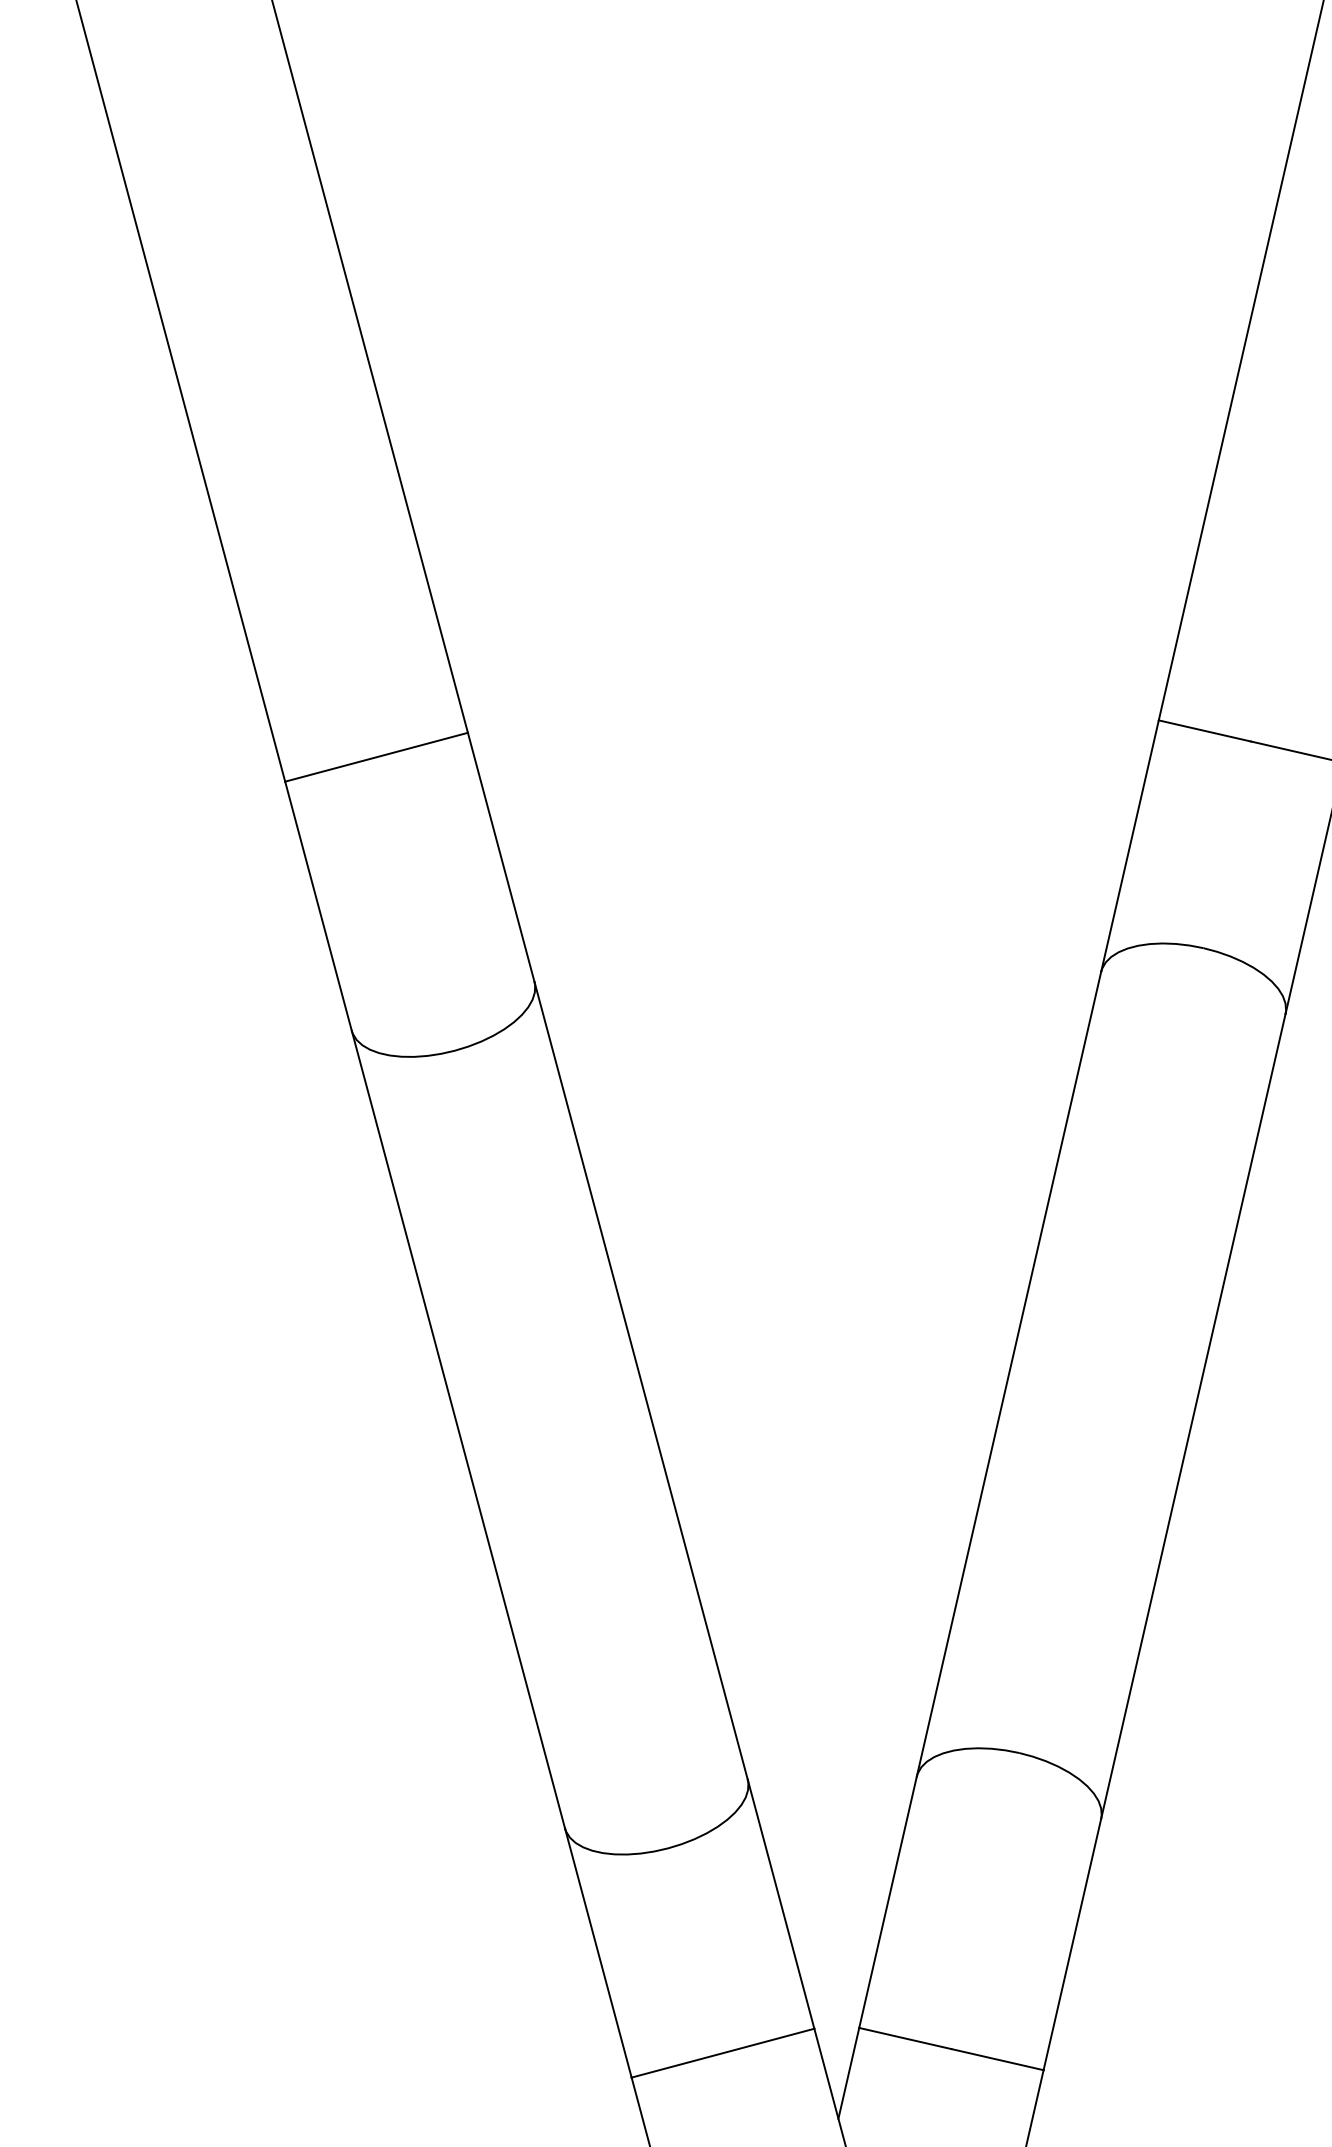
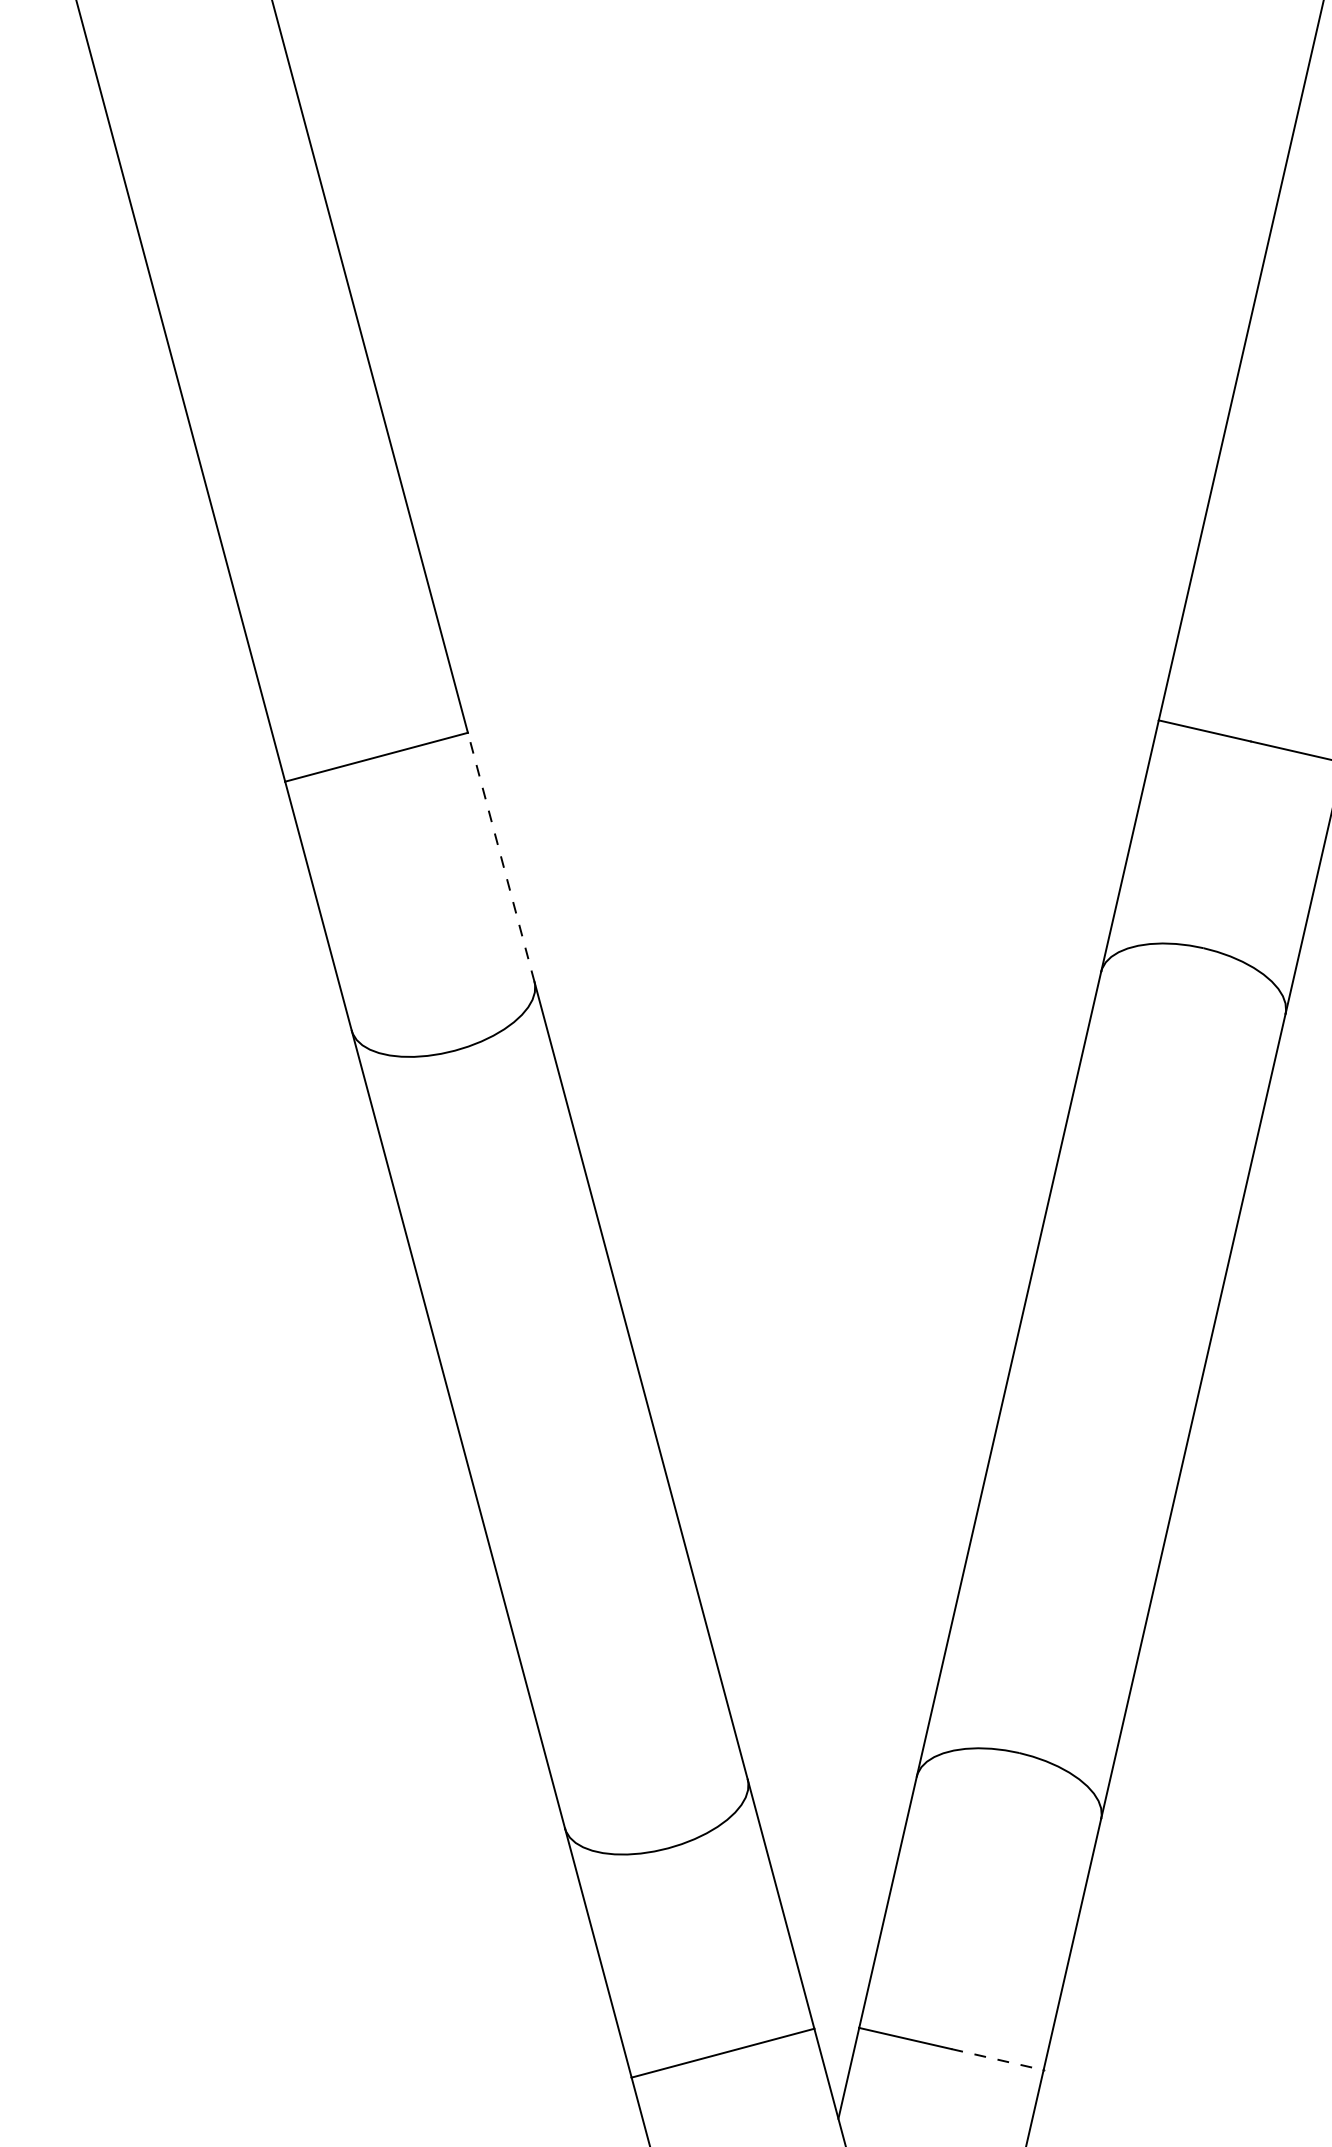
line at (501, 857): solid -> dashed
line at (997, 2059): solid -> dashed
